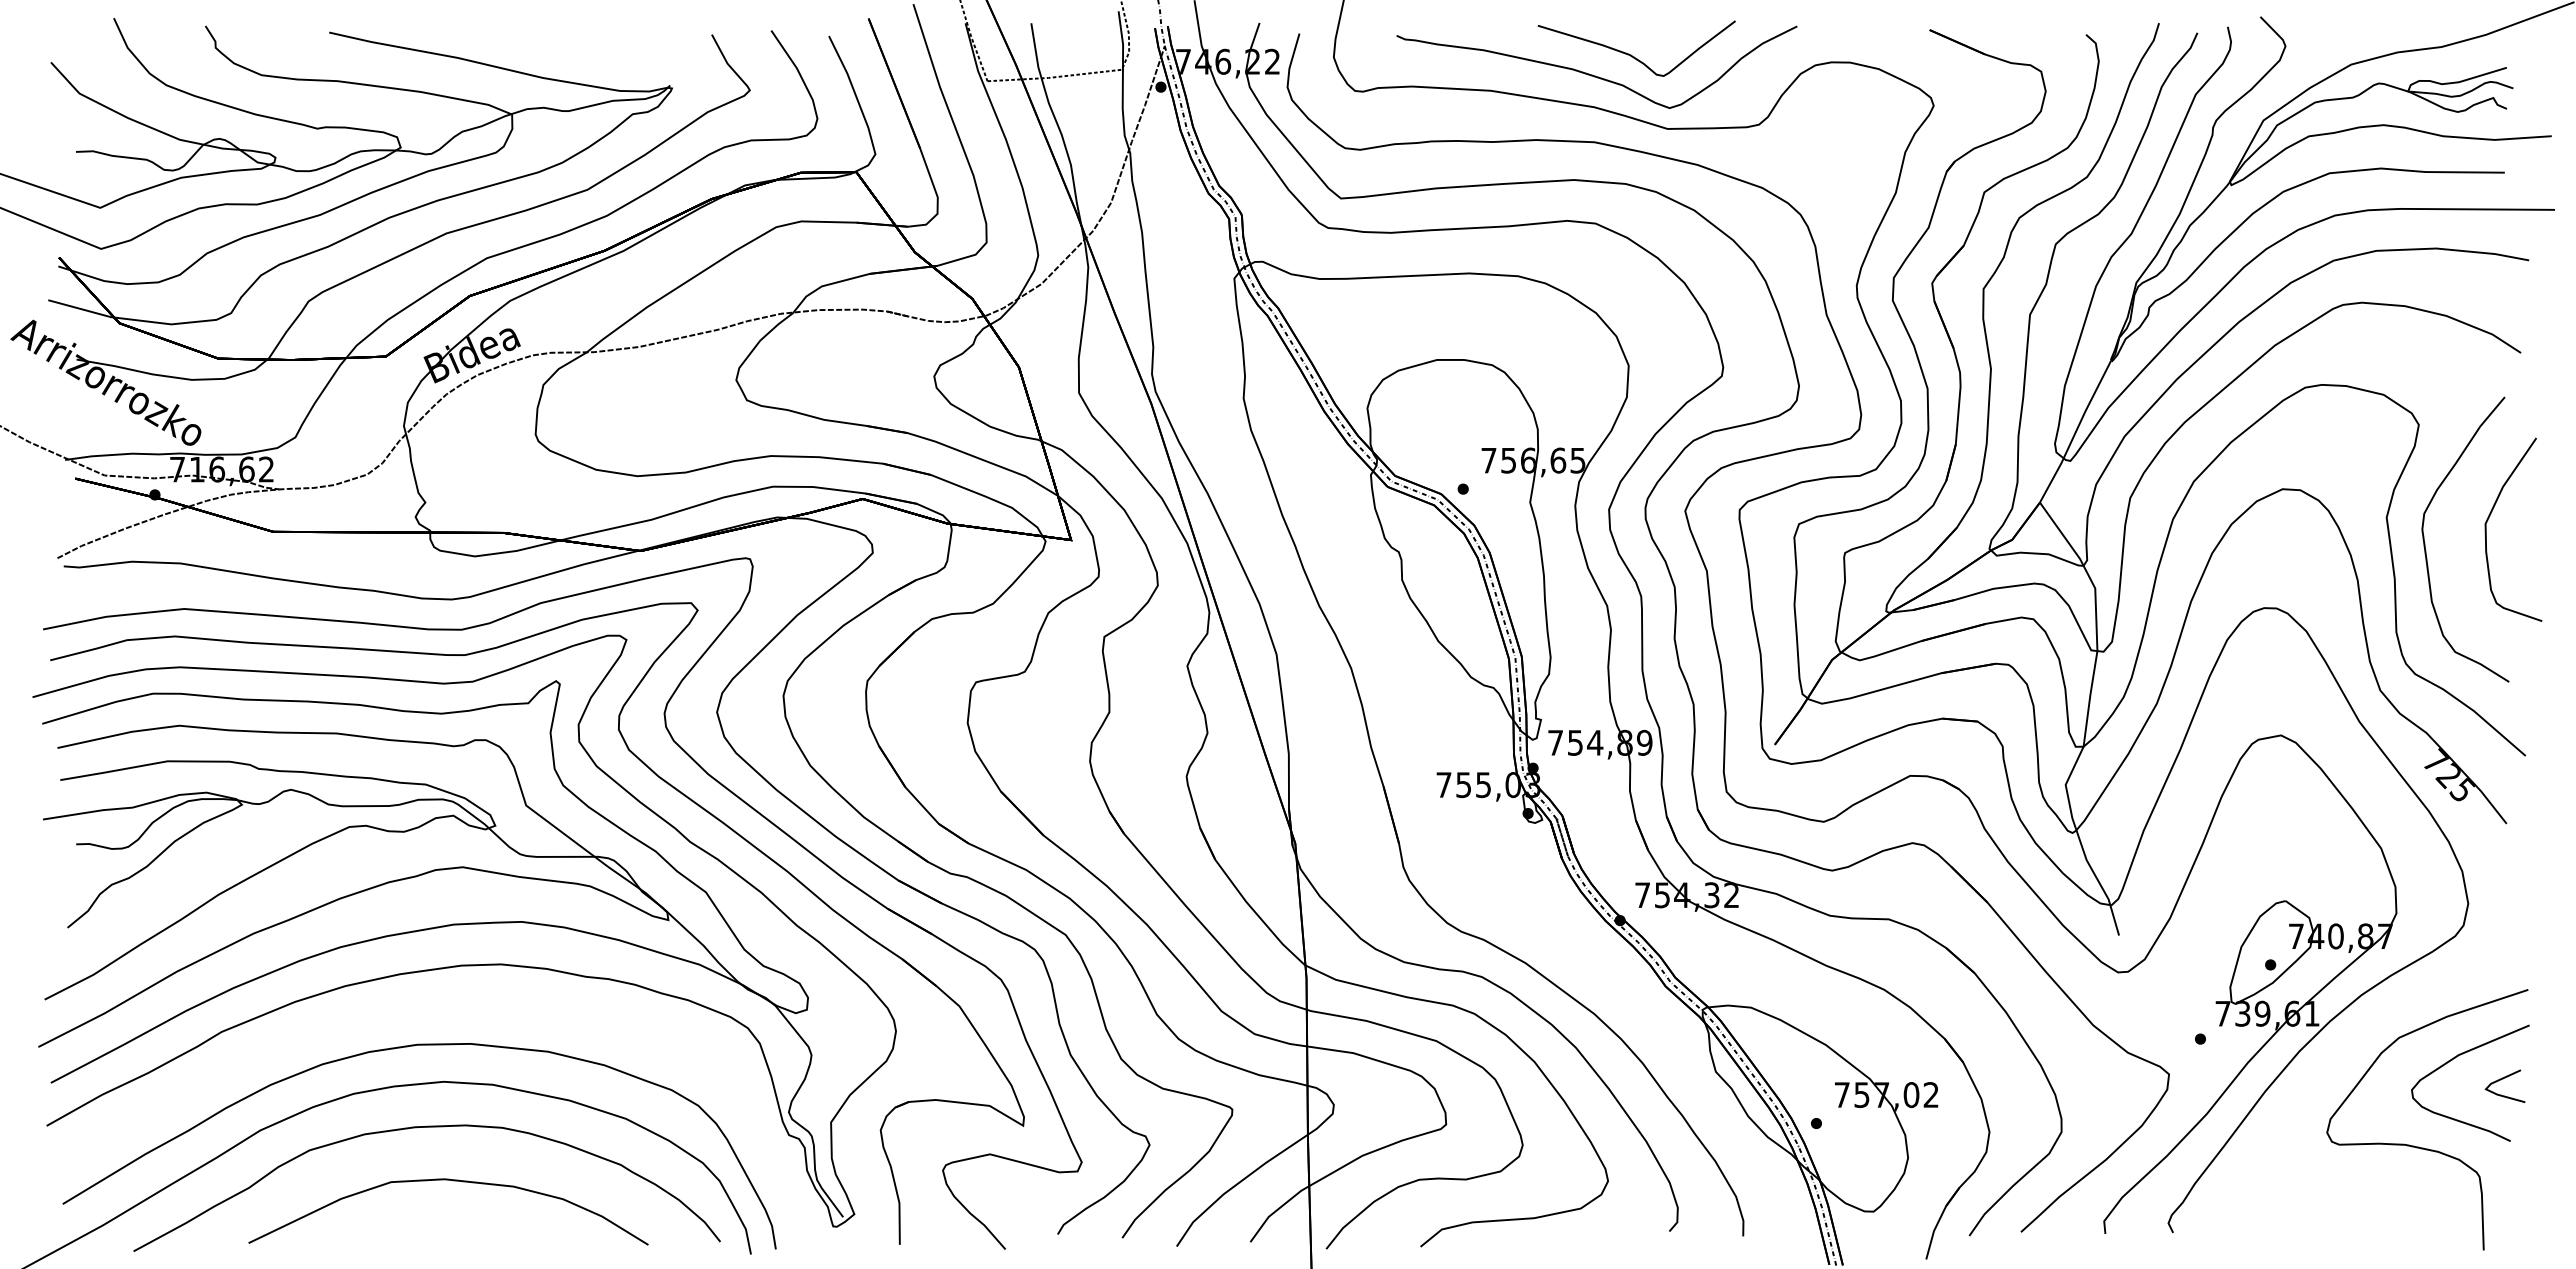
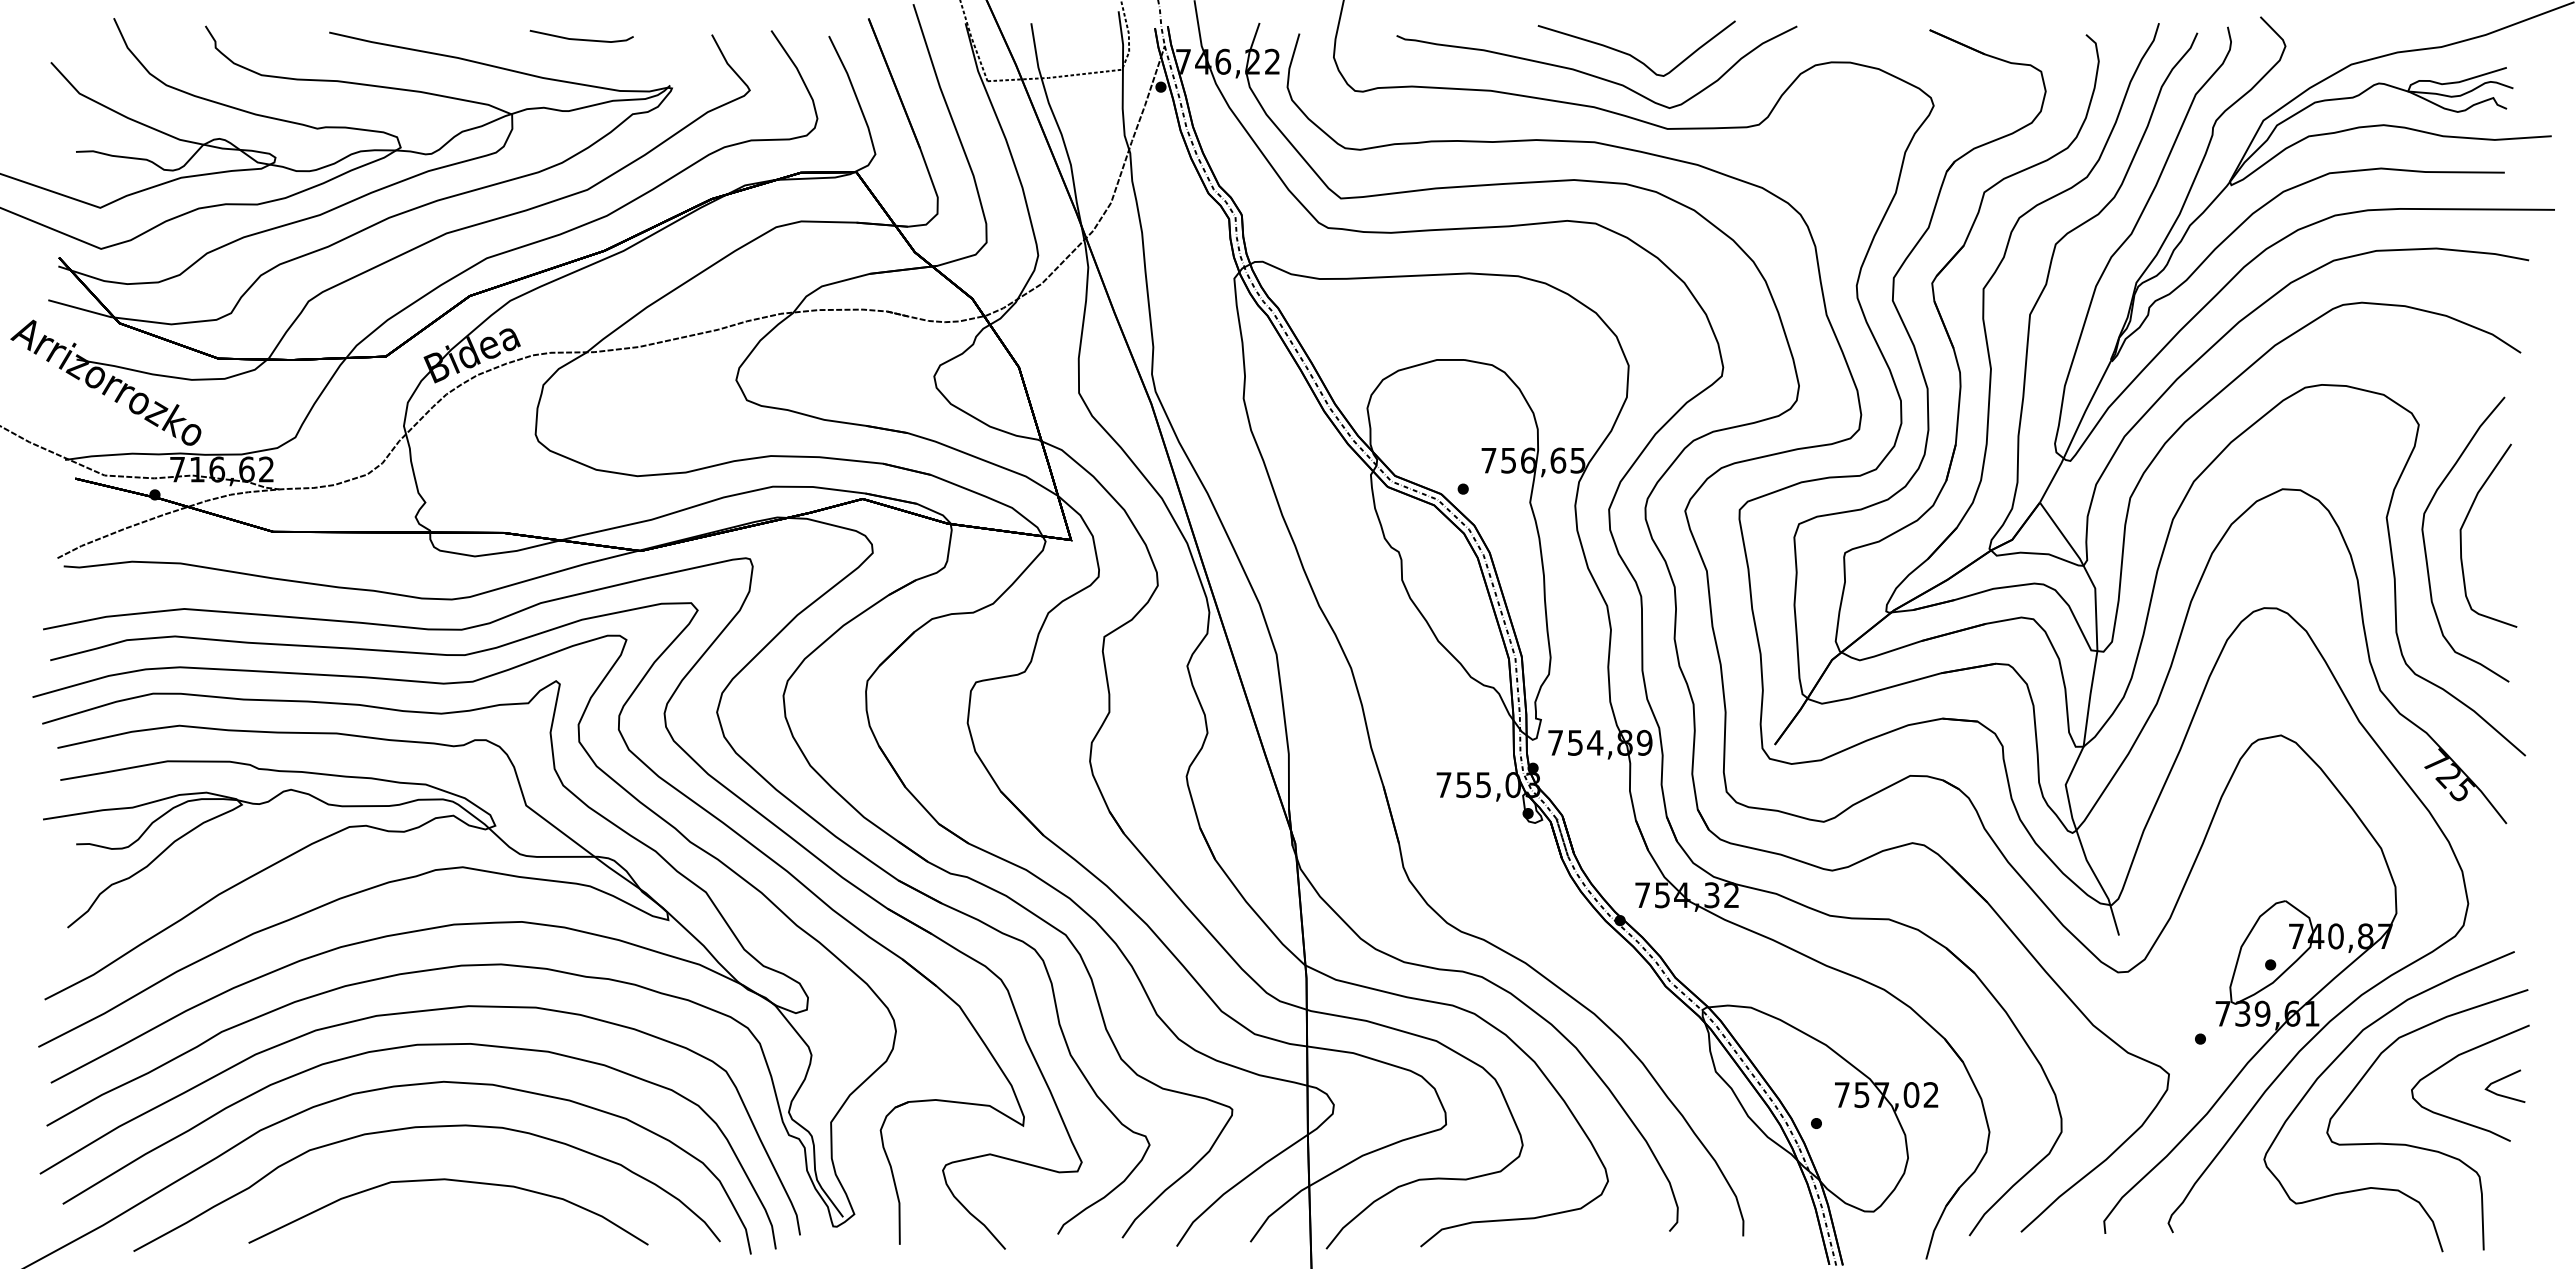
line at (580, 38): none -> present
curve at (2489, 518) position: (2489, 518) -> (2464, 524)
curve at (411, 1013): none -> present
curve at (2341, 1054): none -> present
